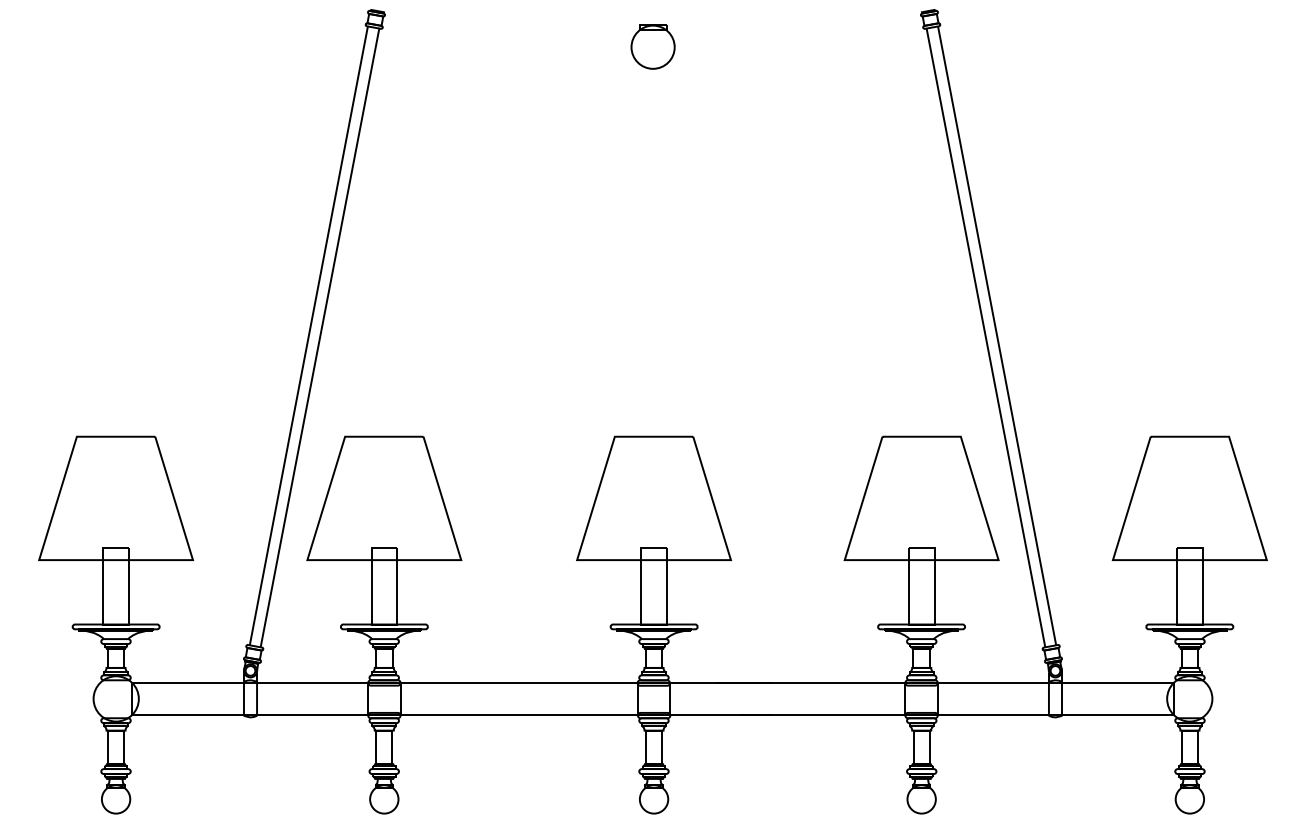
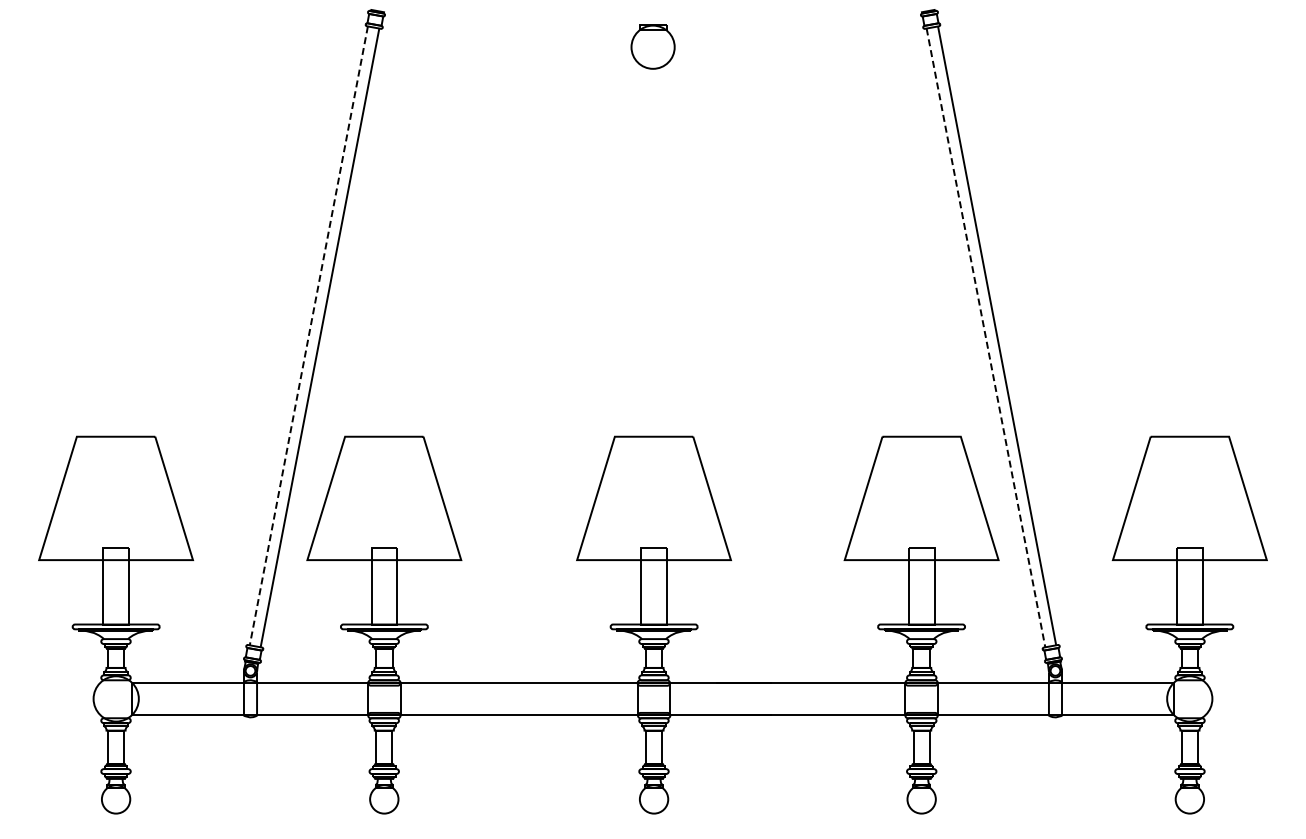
line at (308, 335): solid -> dashed
line at (986, 338): solid -> dashed
